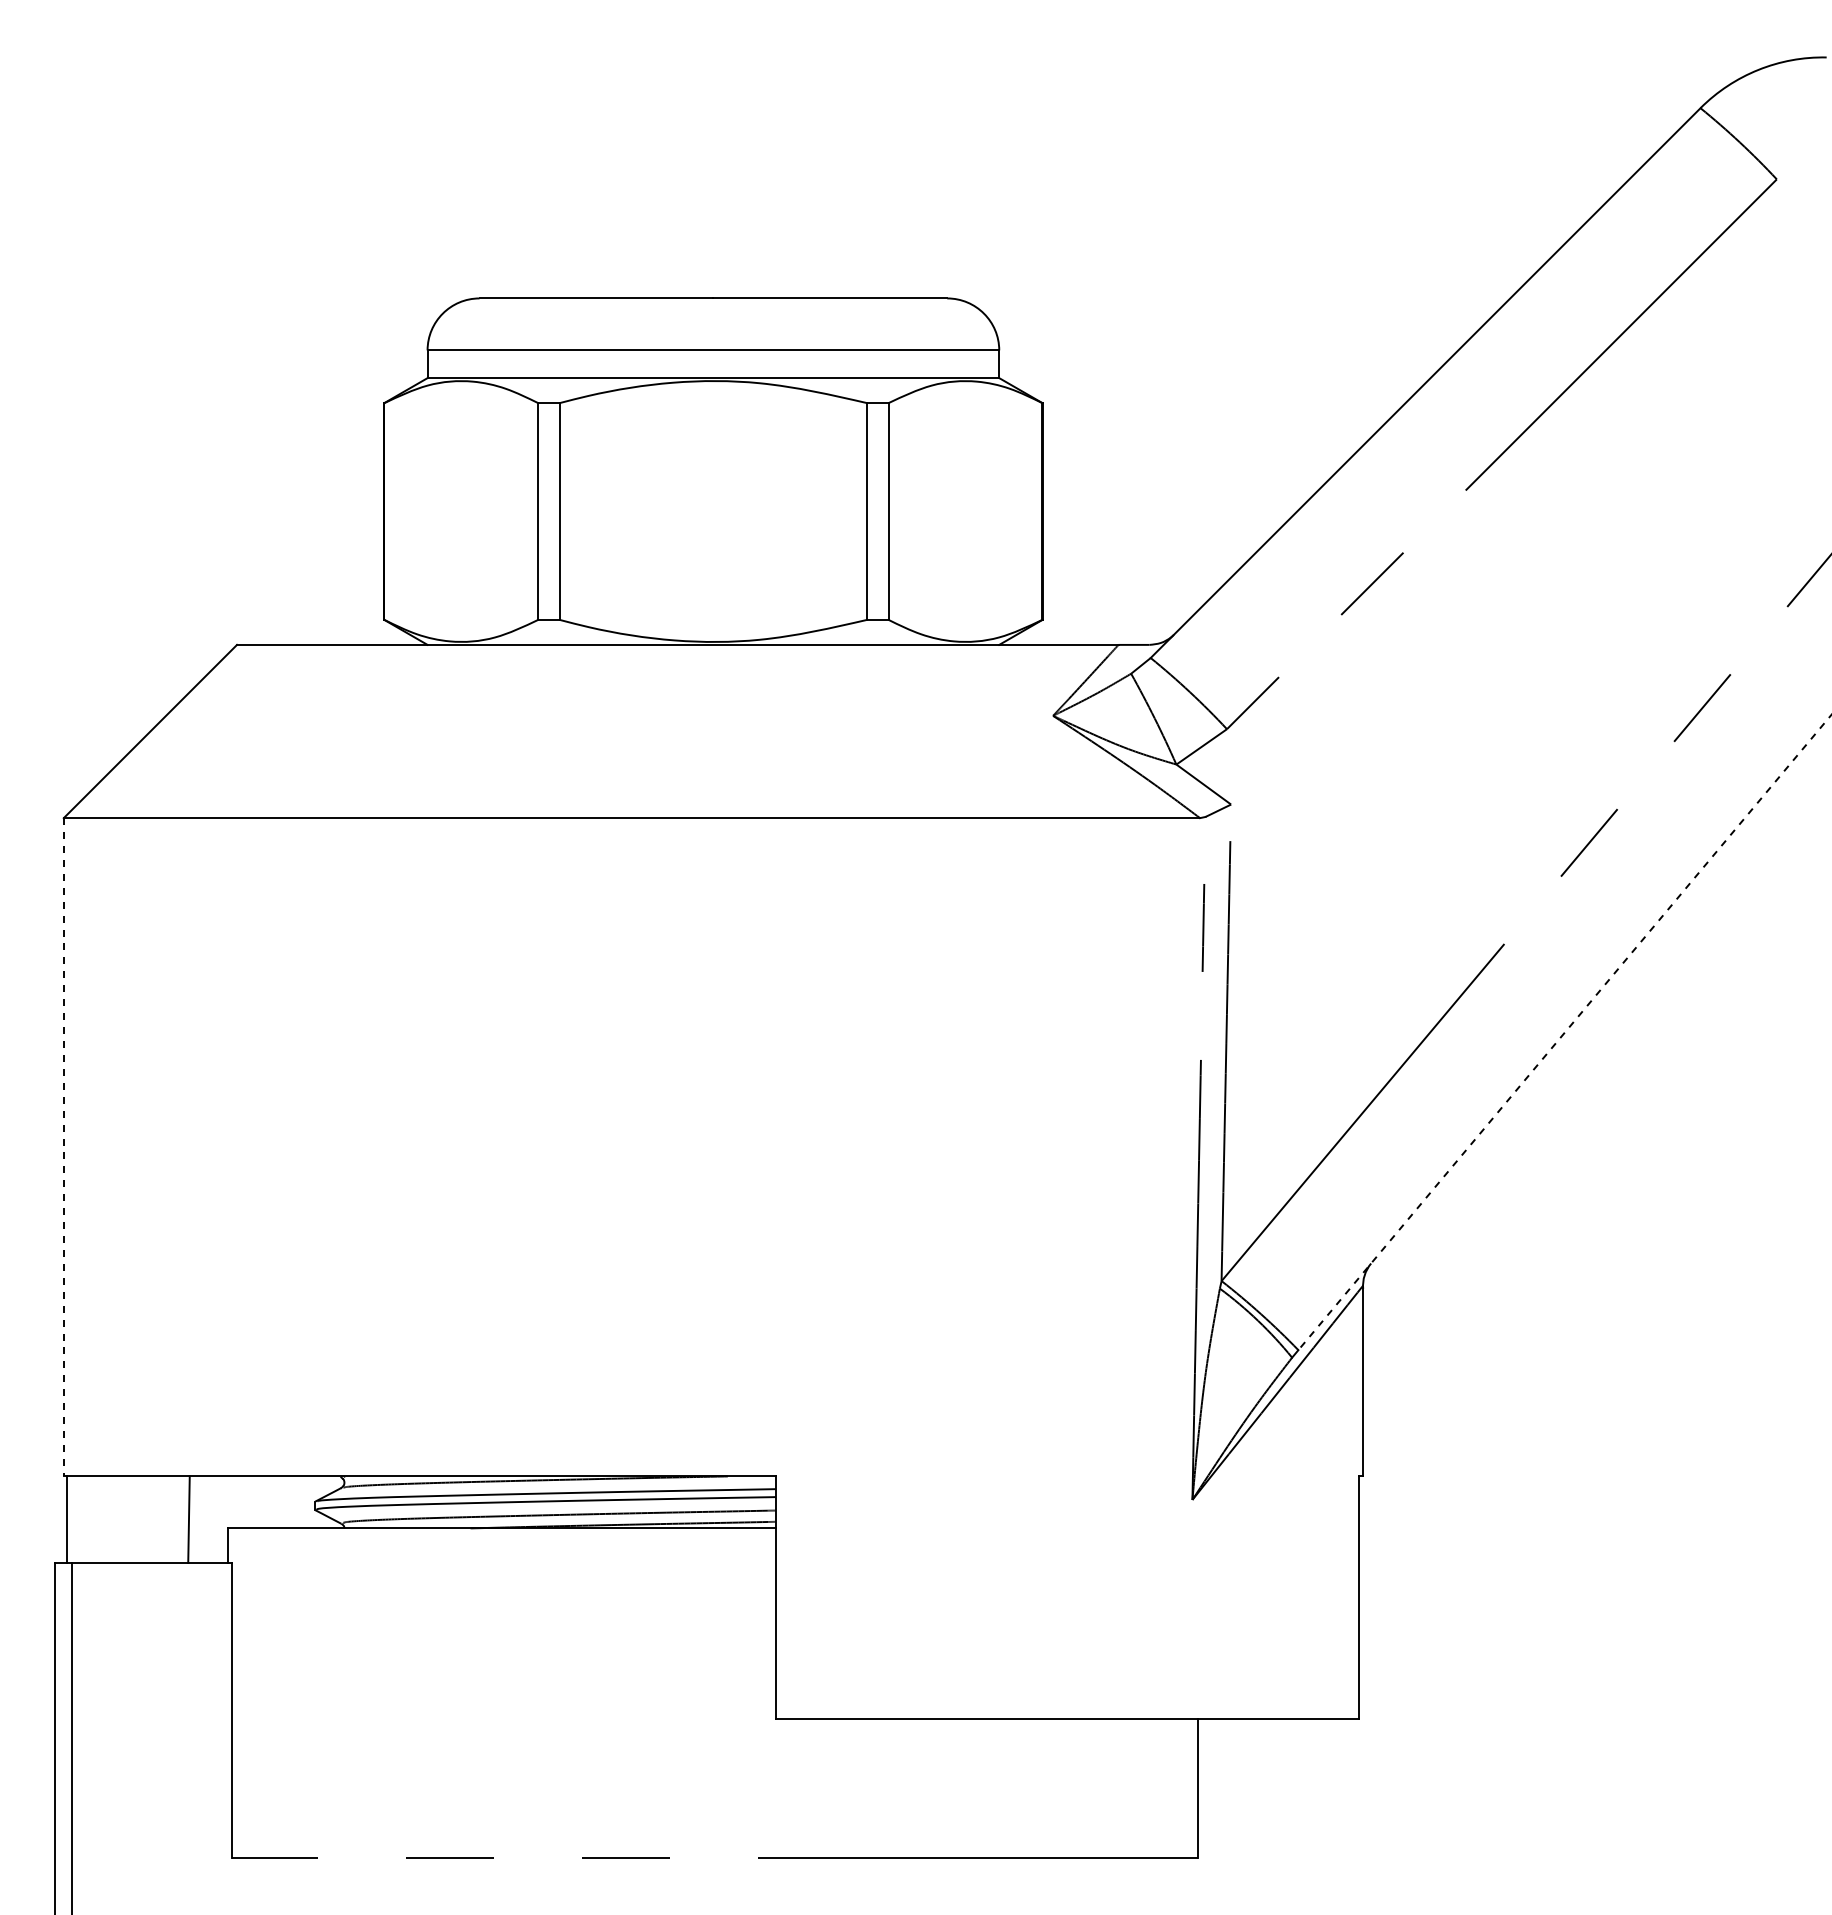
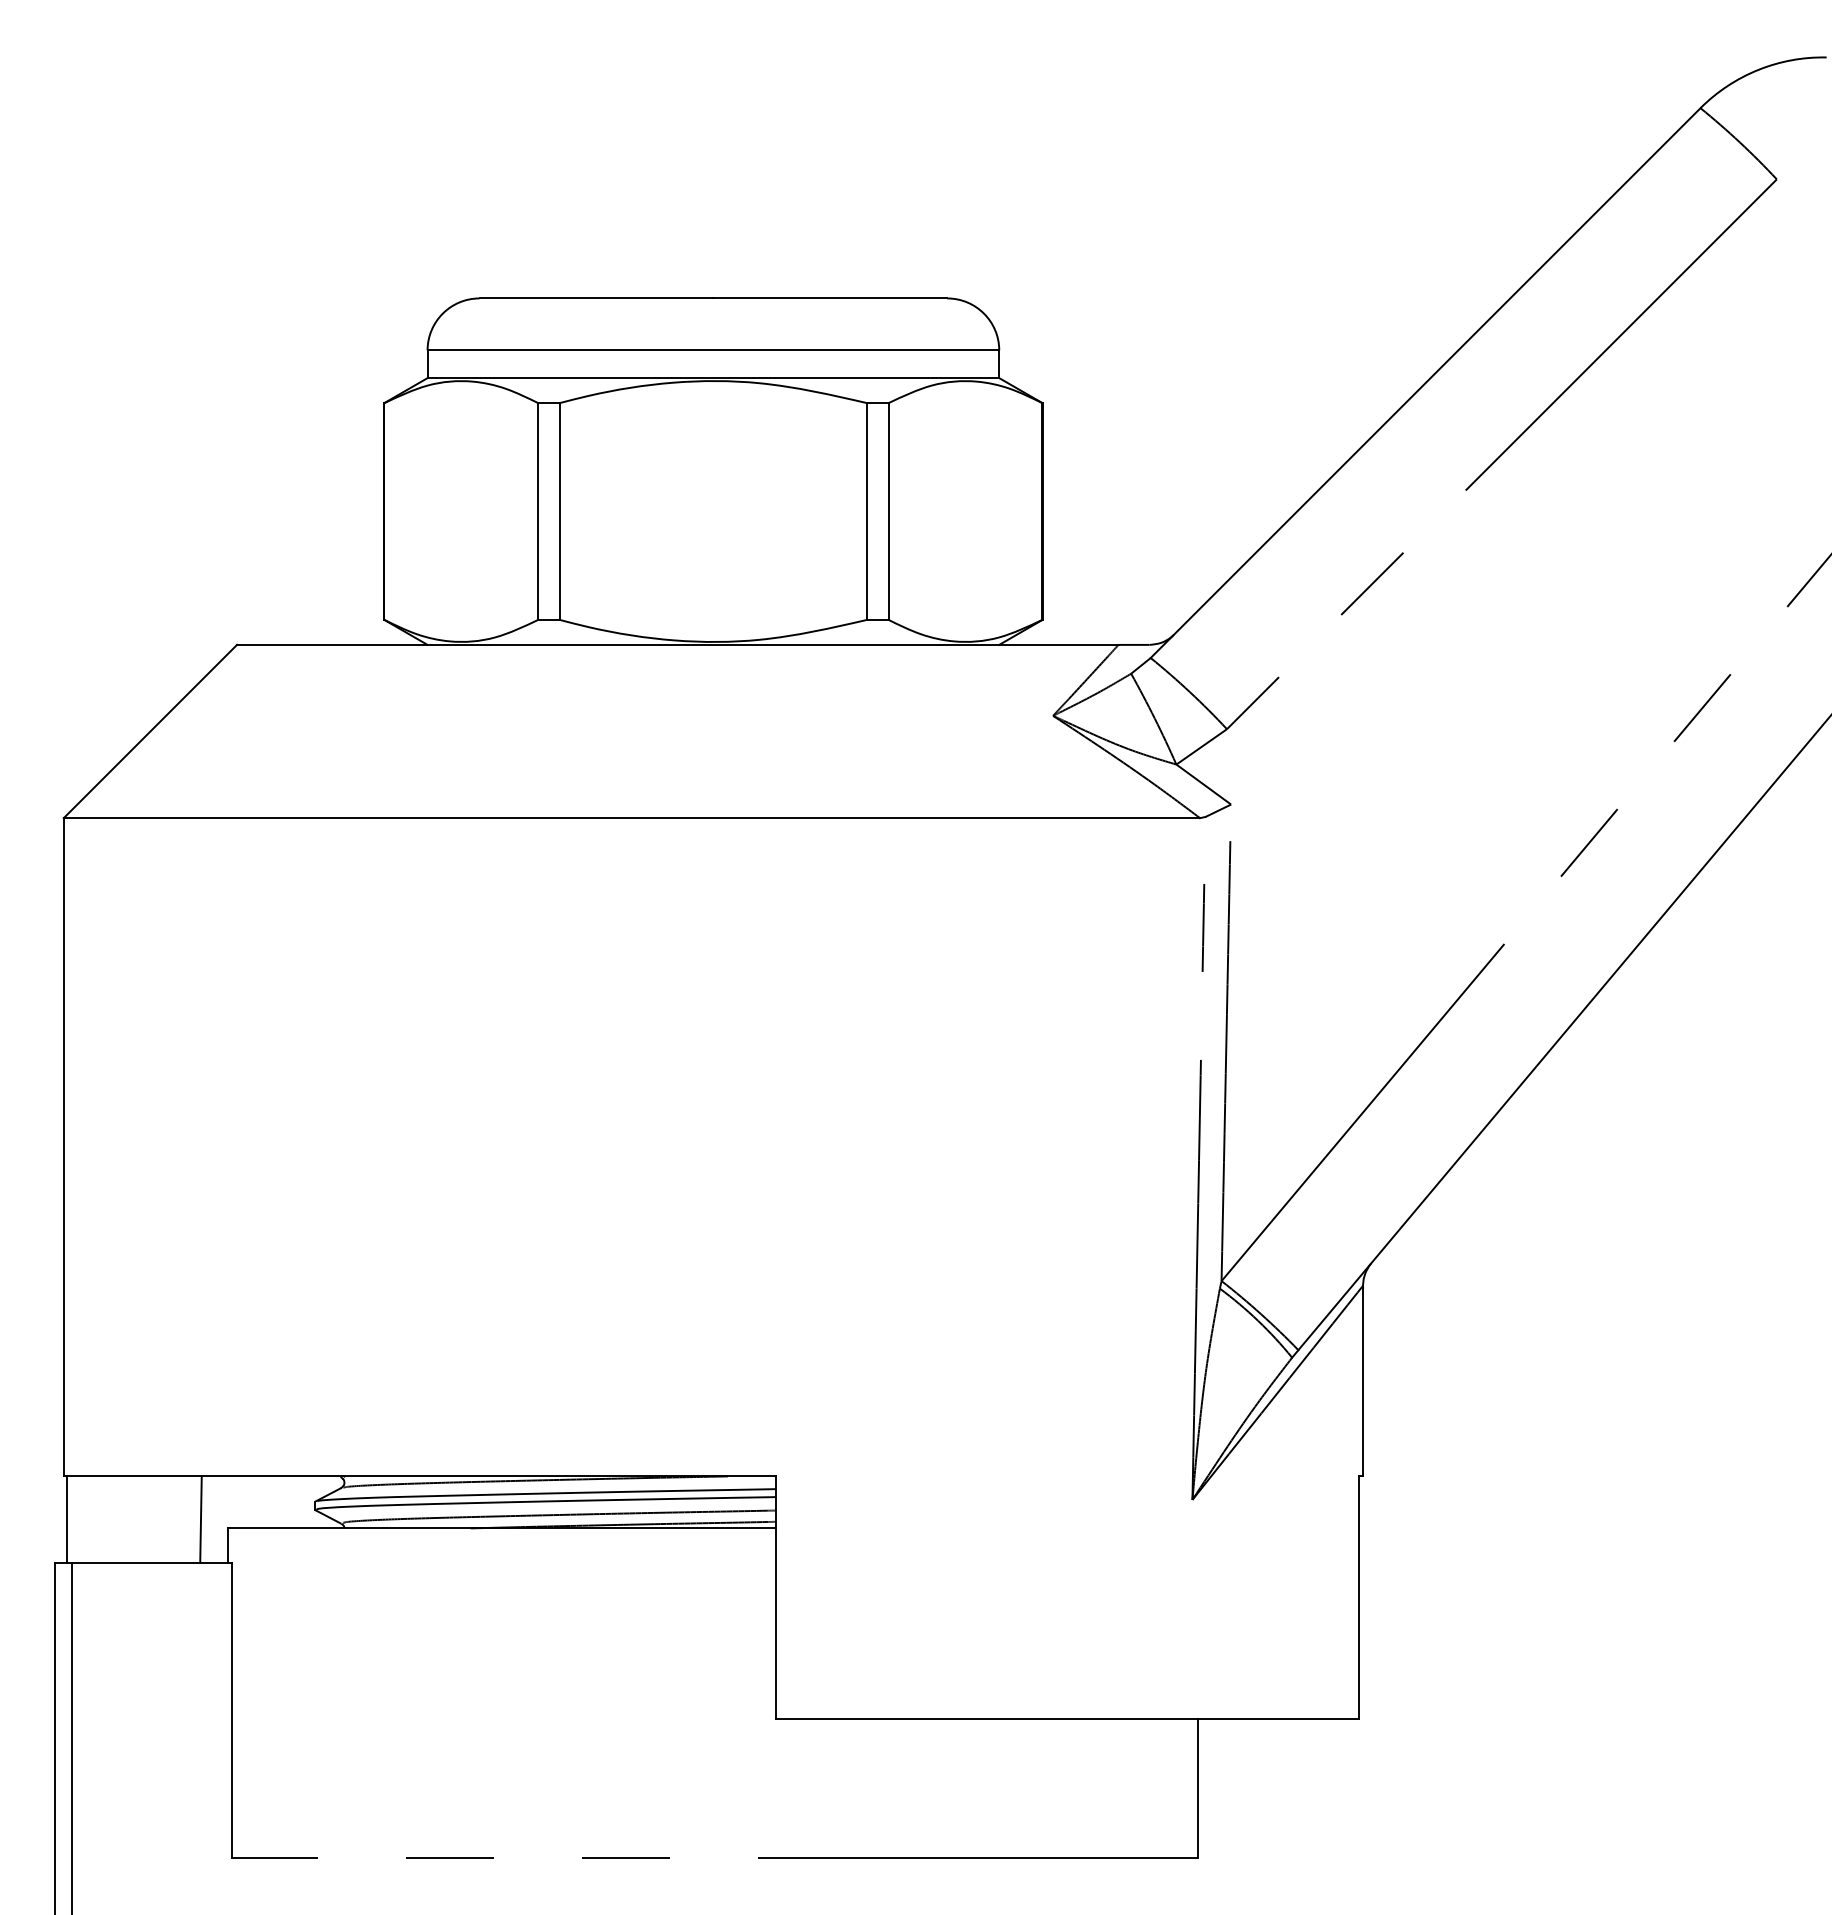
line at (1565, 1032): dashed -> solid
line at (63, 1147): dashed -> solid
line at (188, 1519) position: (188, 1519) -> (200, 1519)
